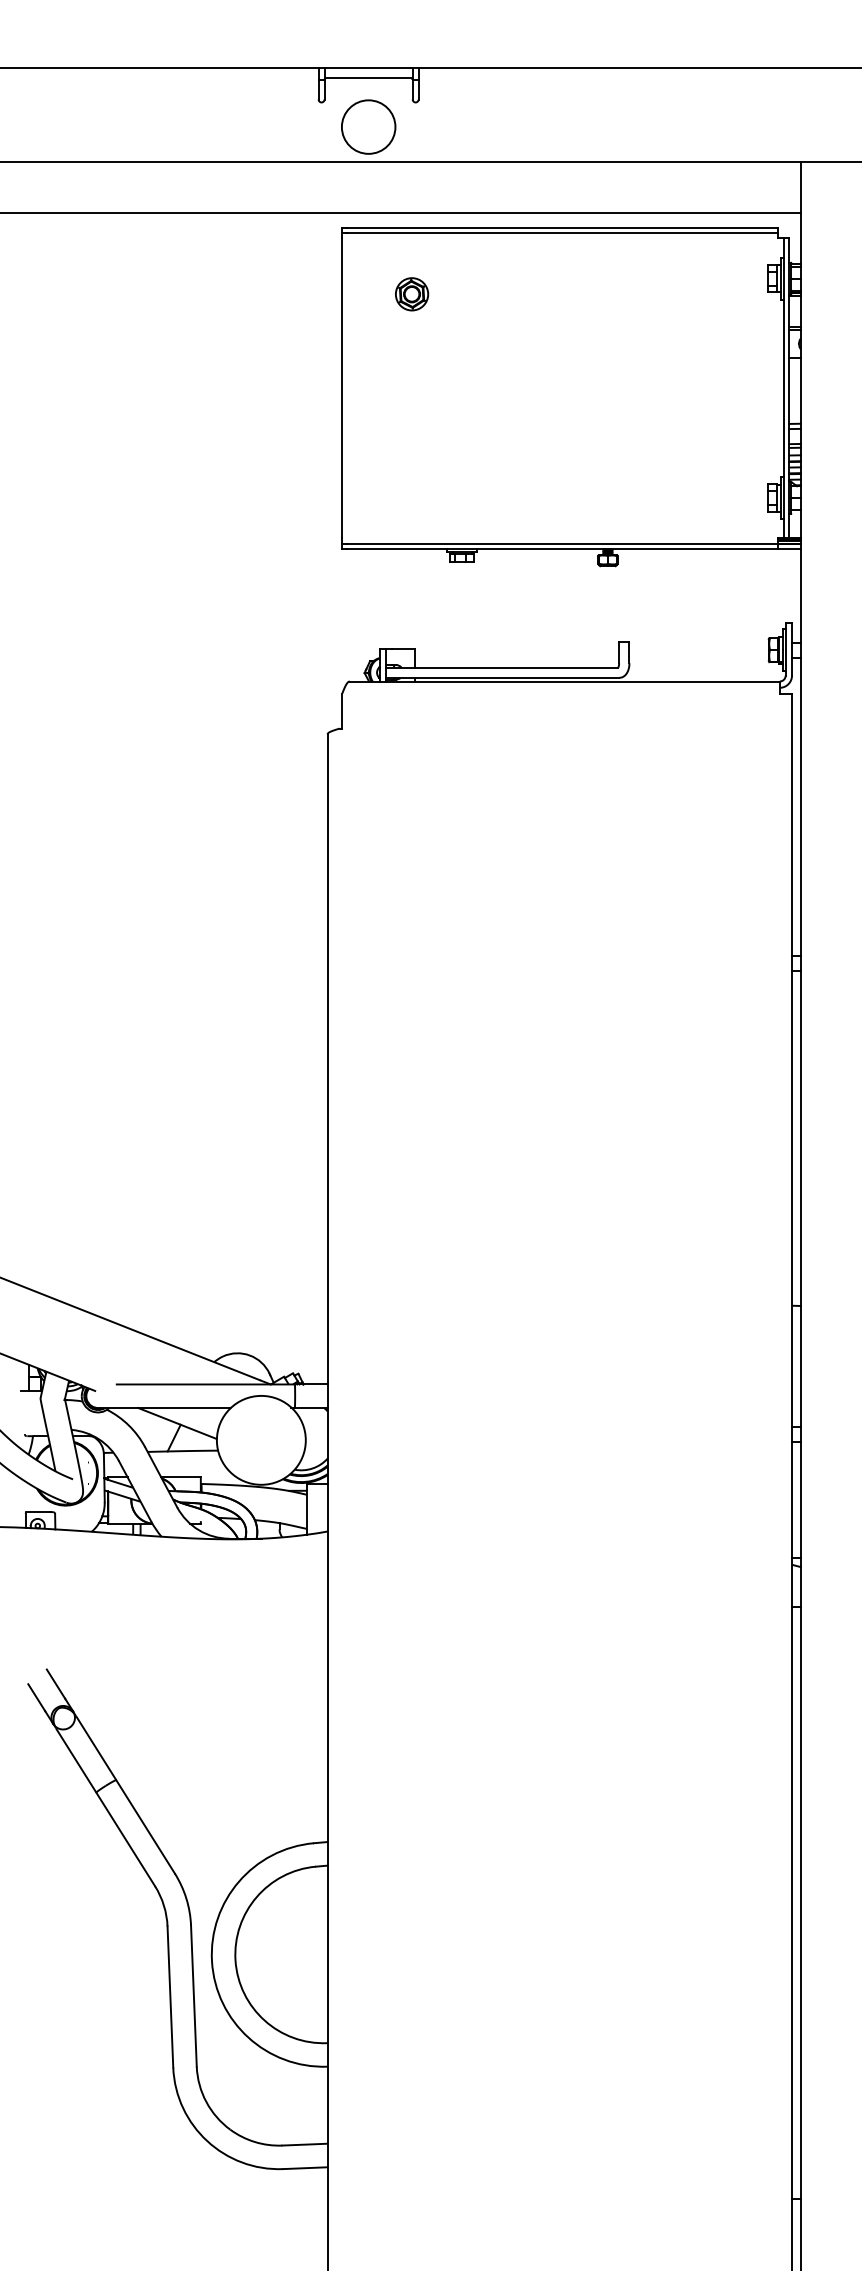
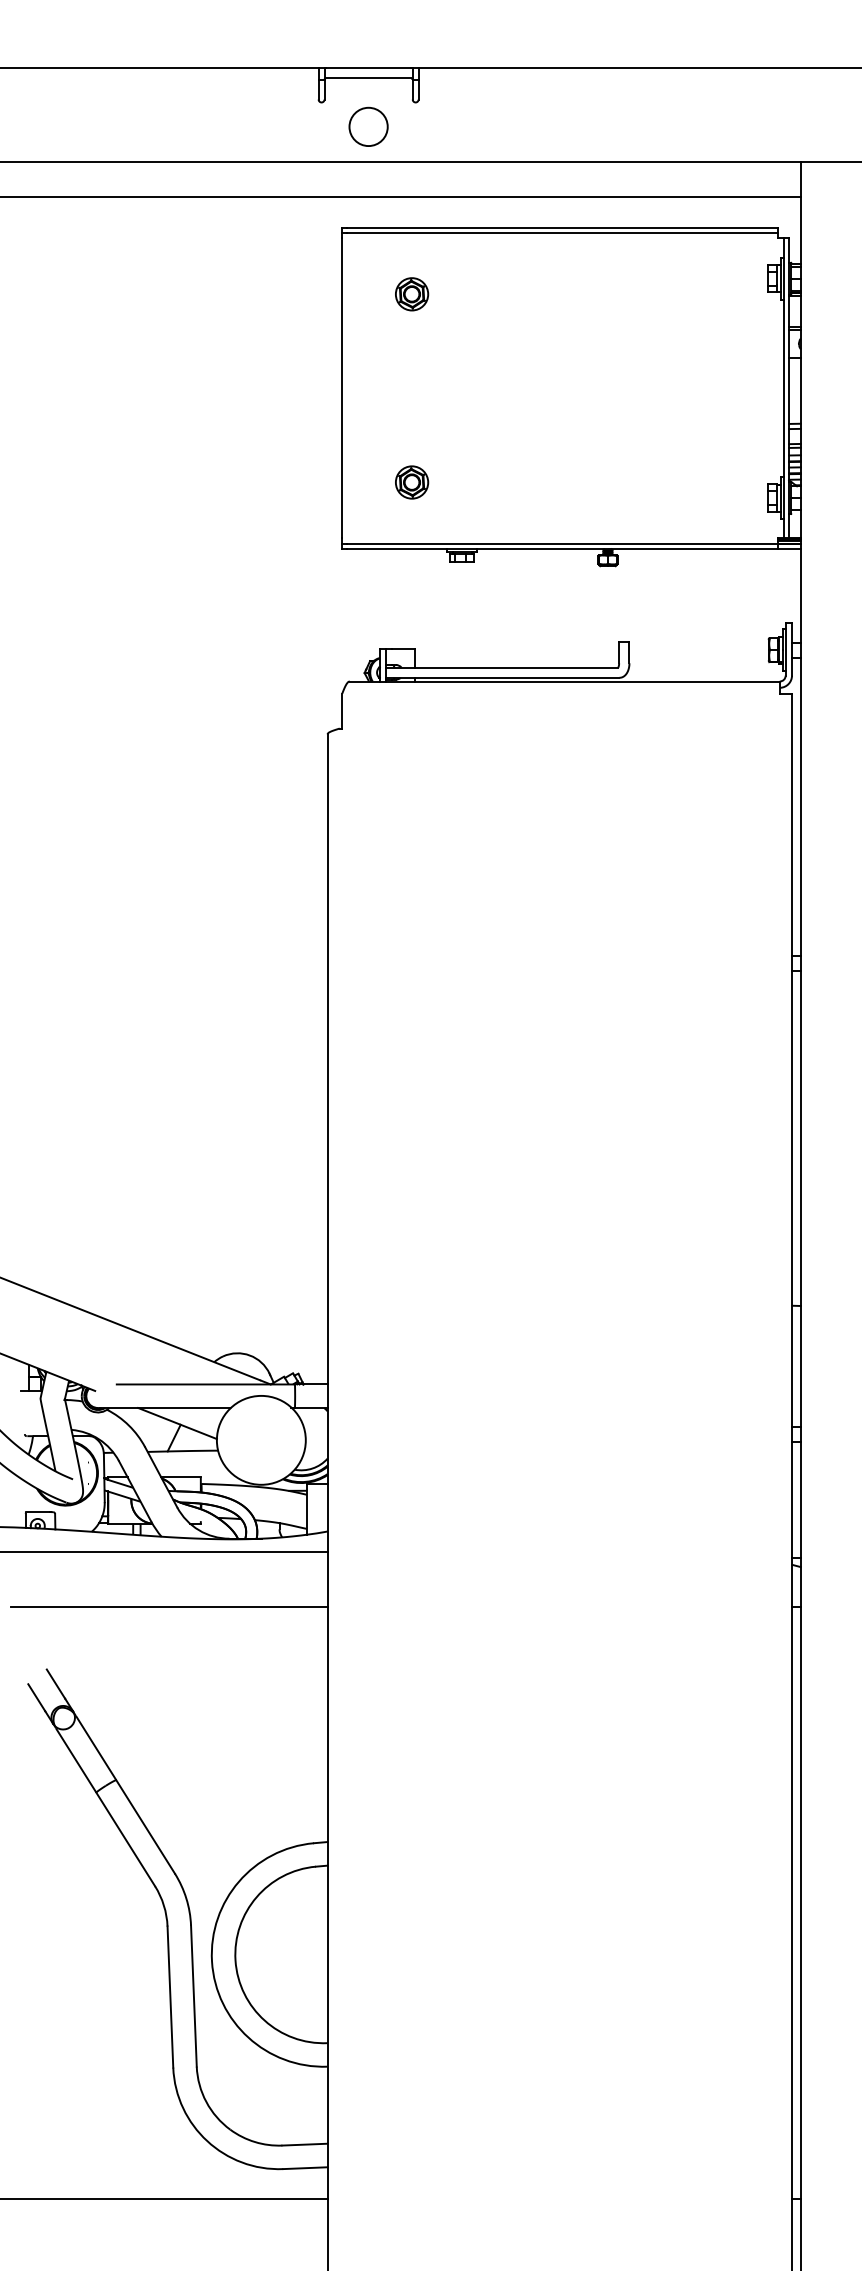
circle at (368, 126) size: 56x56 px -> 41x41 px
line at (401, 213) position: (401, 213) -> (401, 197)
part at (412, 482): none -> present
line at (164, 1552): none -> present
line at (168, 1606): none -> present
line at (164, 2199): none -> present
